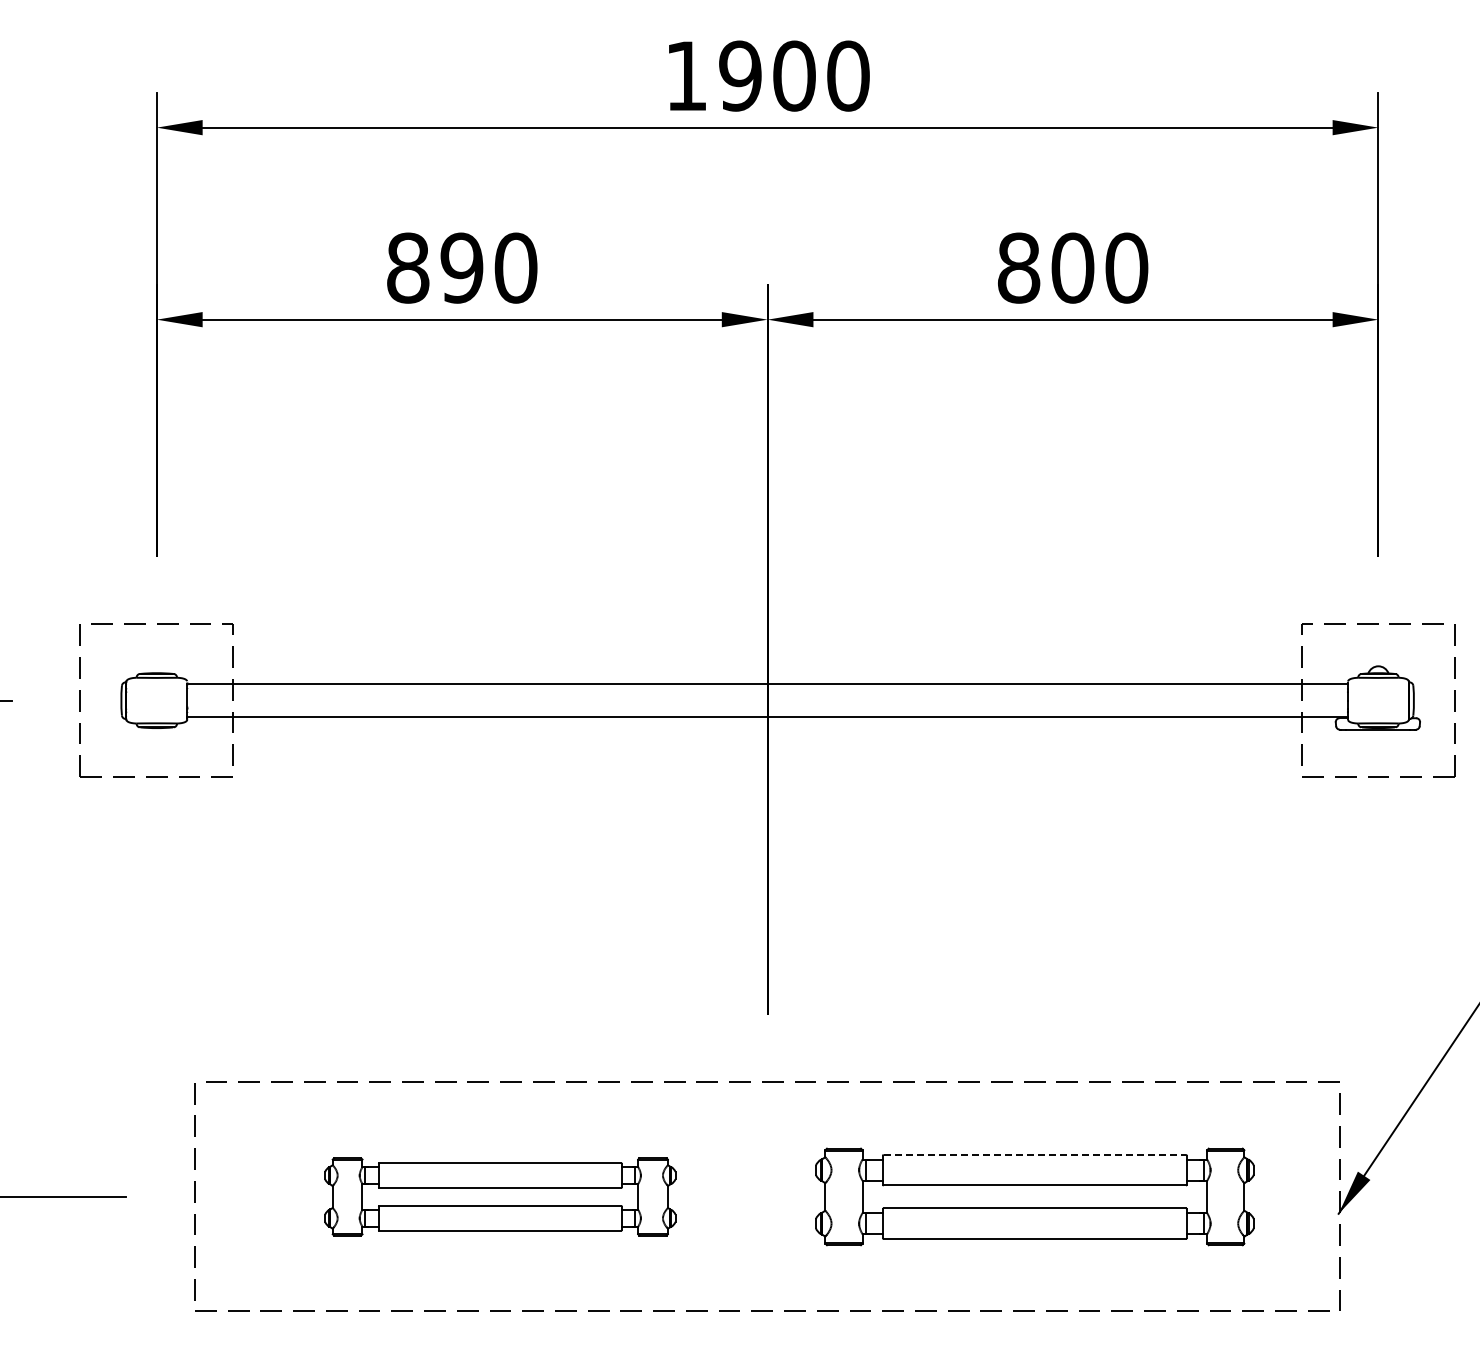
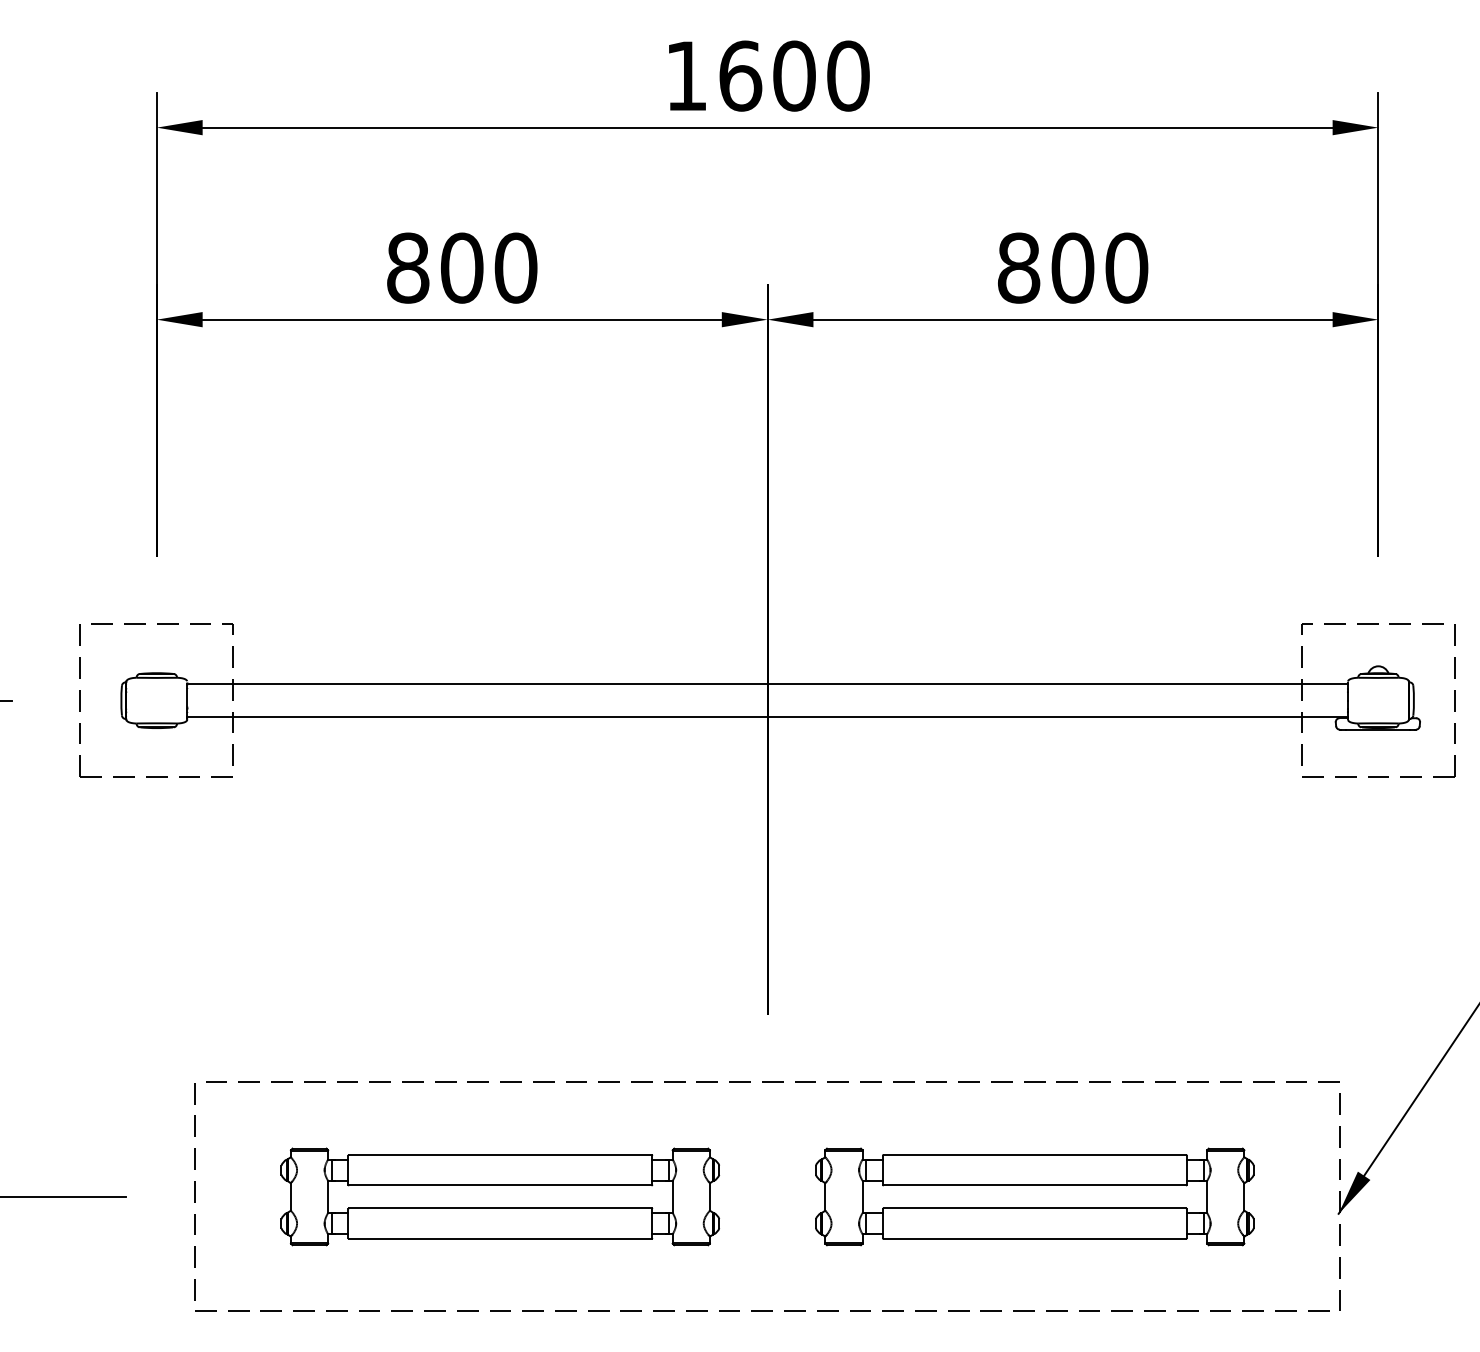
text at (740, 75): 1900 -> 1600
text at (461, 267): 890 -> 800
line at (1035, 1154): dashed -> solid
part at (500, 1196) size: 353x80 px -> 440x100 px
